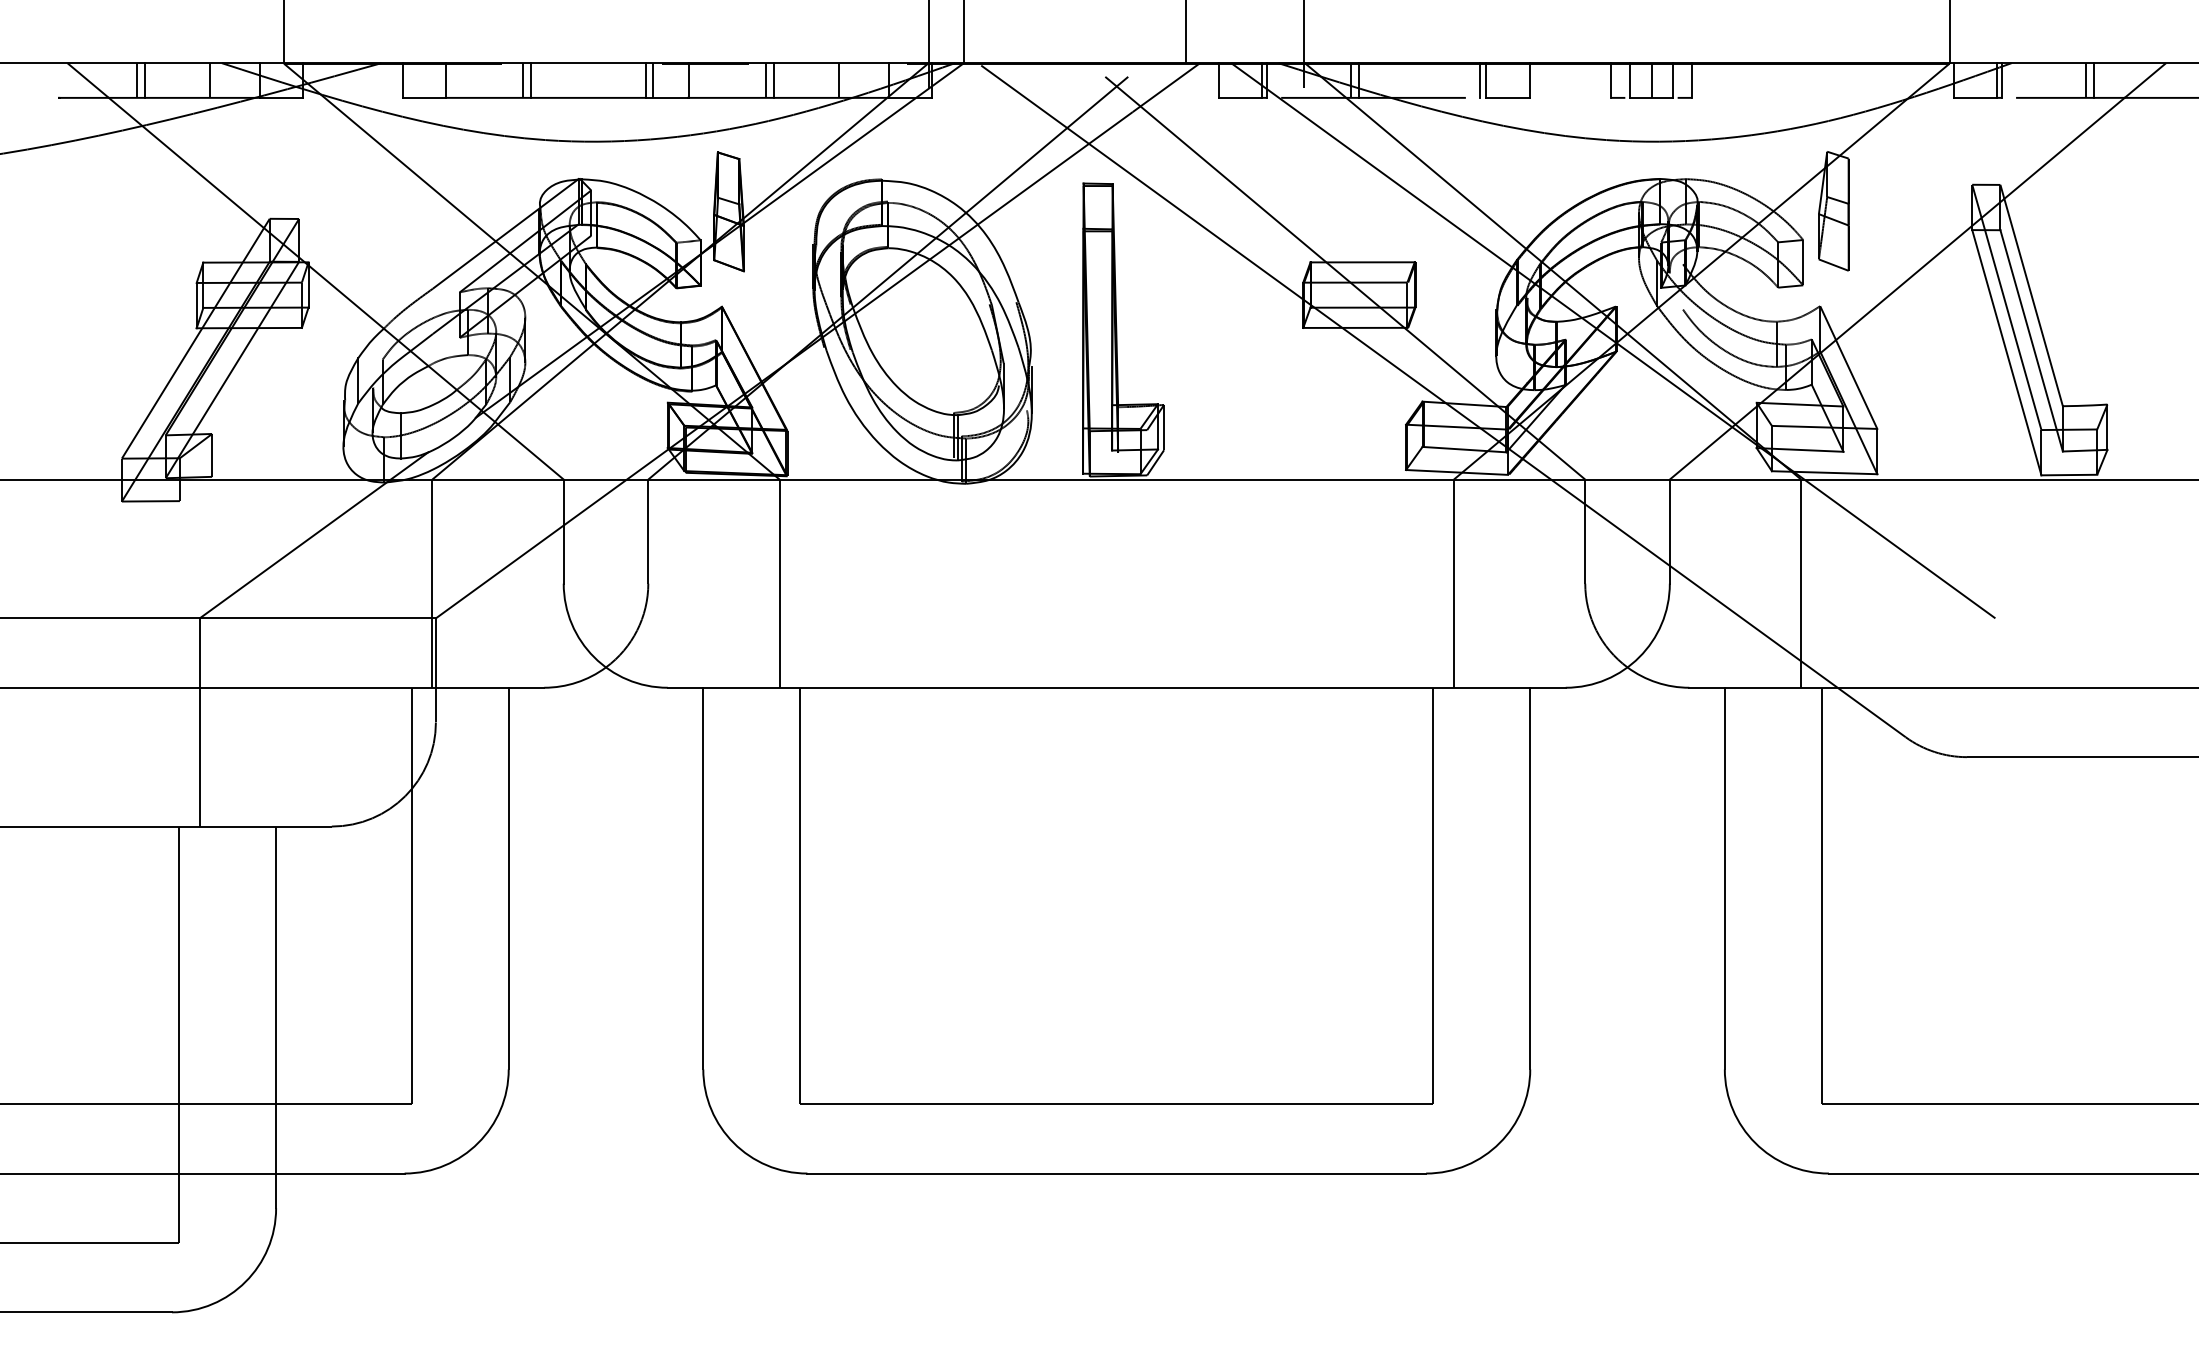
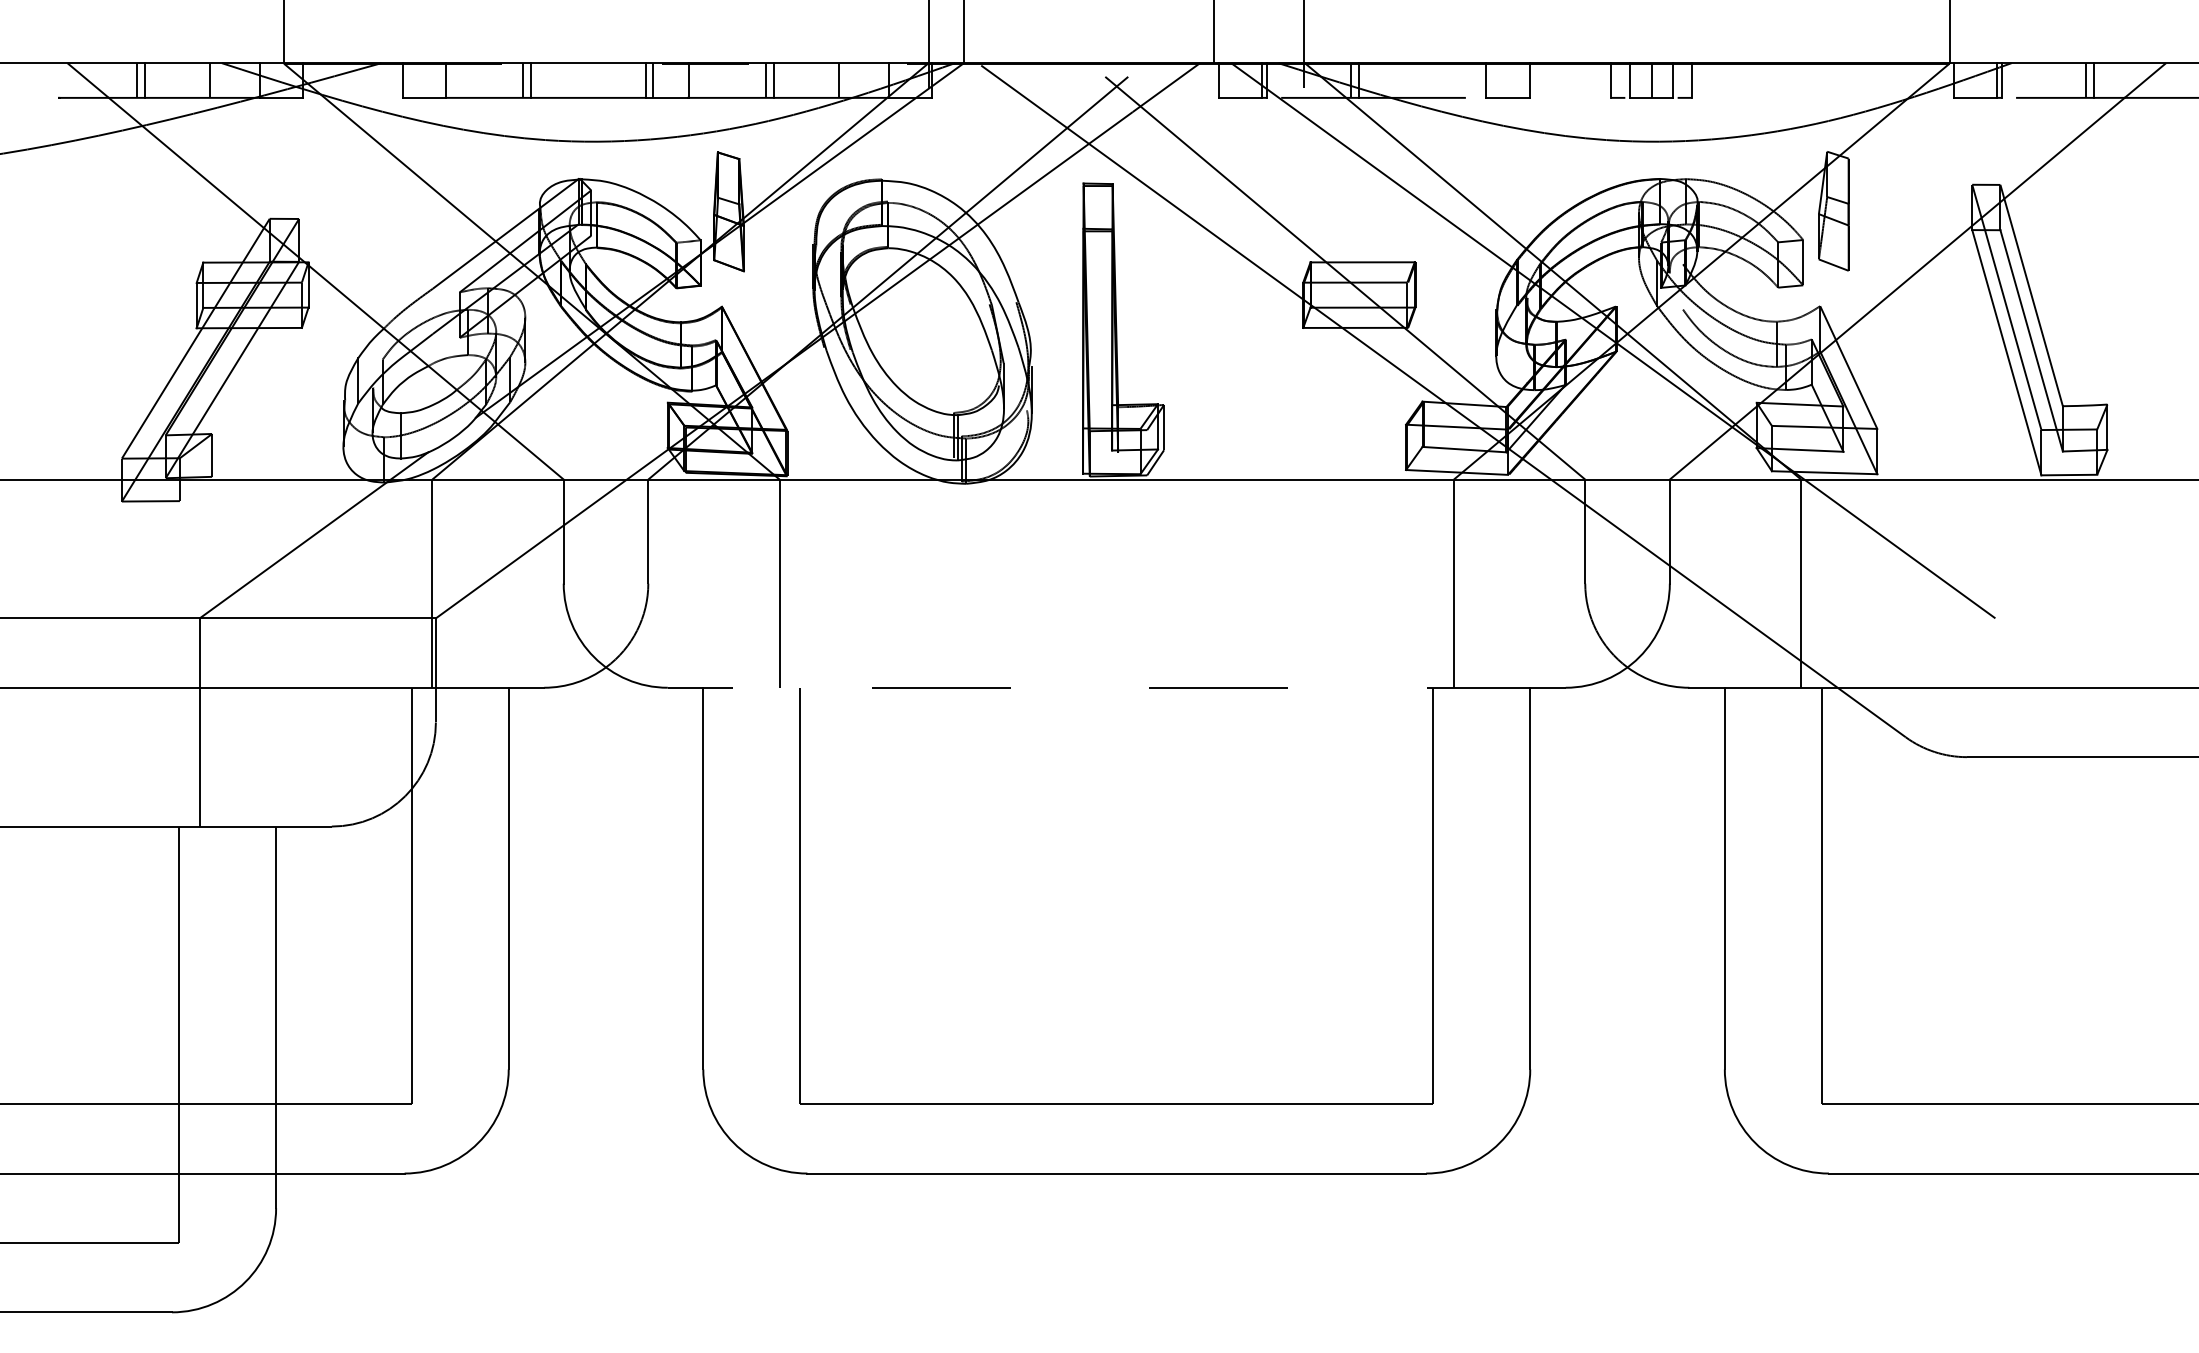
line at (1186, 32) position: (1186, 32) -> (1214, 32)
line at (1479, 80): present -> none
line at (1116, 687): solid -> dashed
